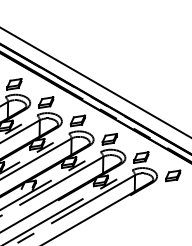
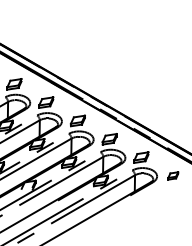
line at (95, 82): present -> none
part at (173, 175) size: 17x14 px -> 13x10 px
